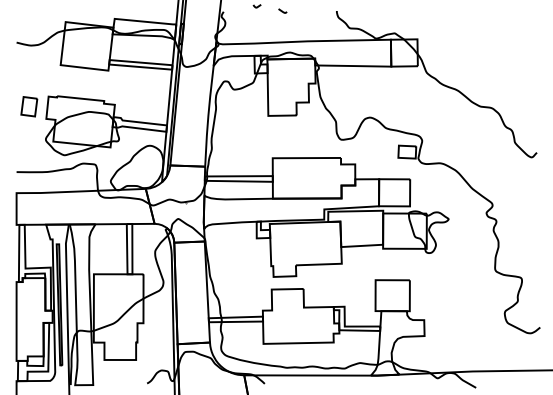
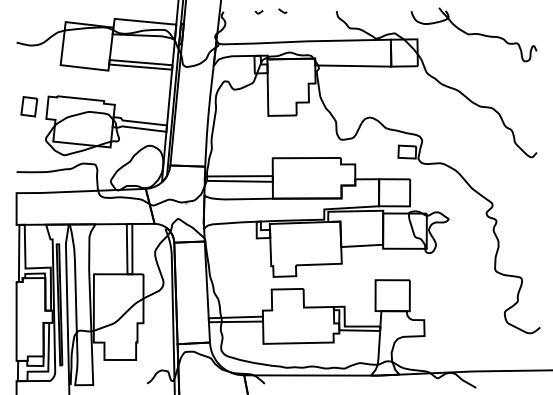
curve at (256, 6) position: (256, 6) -> (258, 12)
part at (473, 34): none -> present
